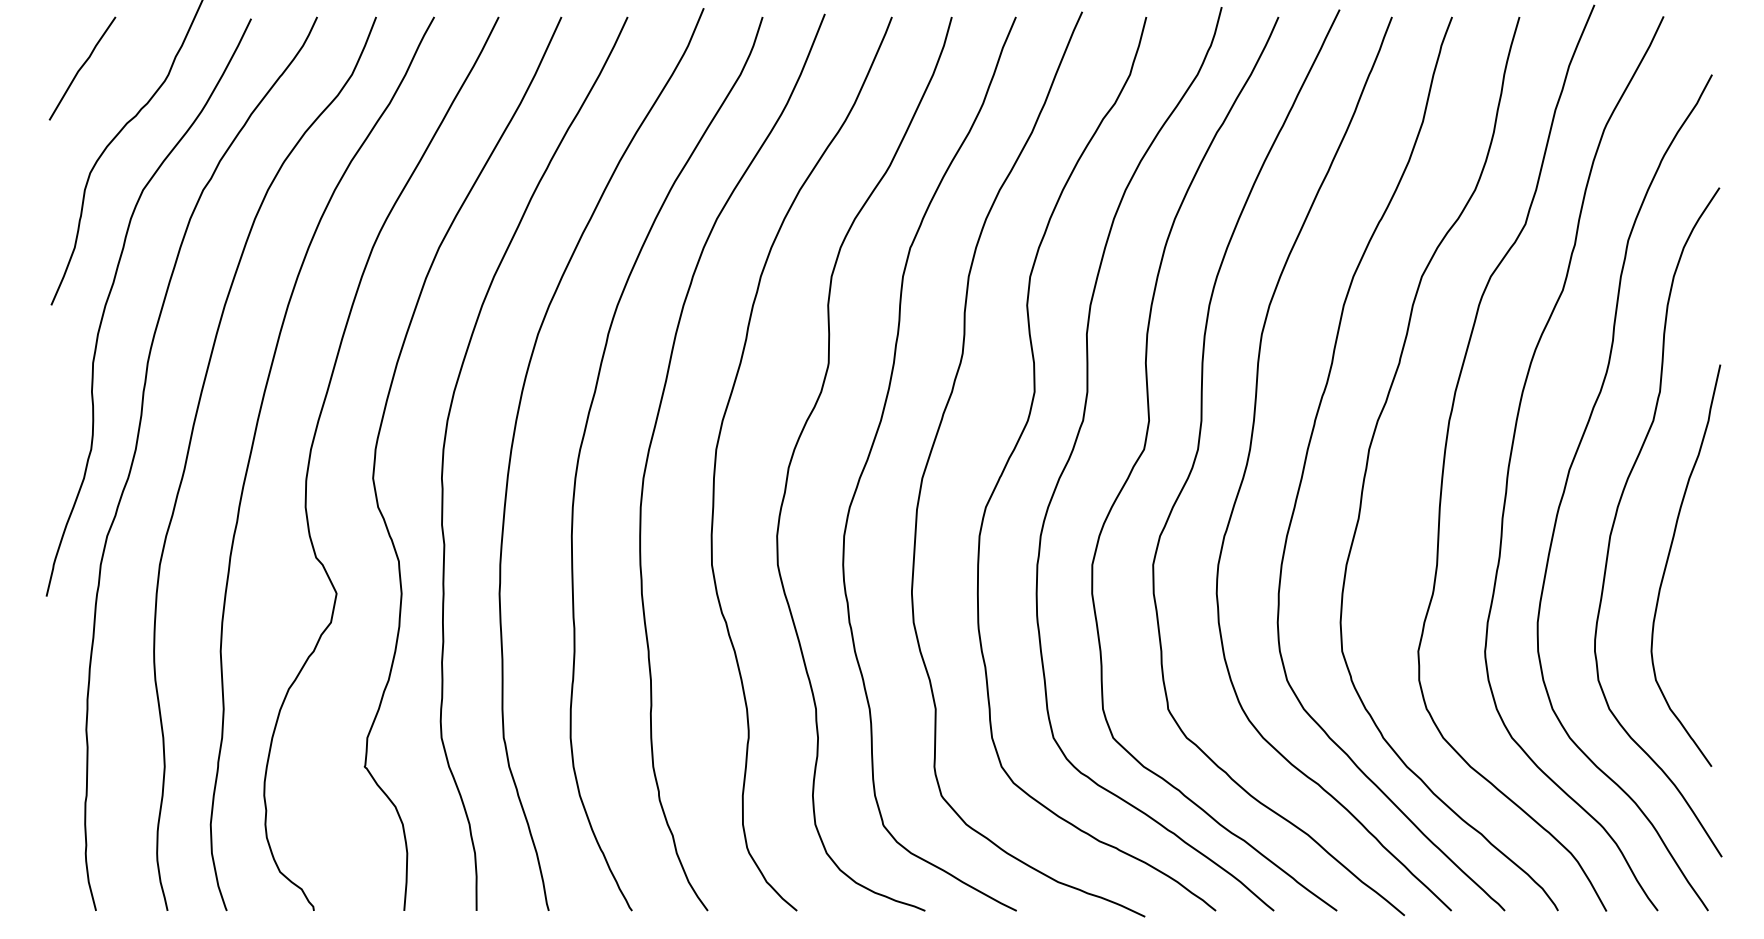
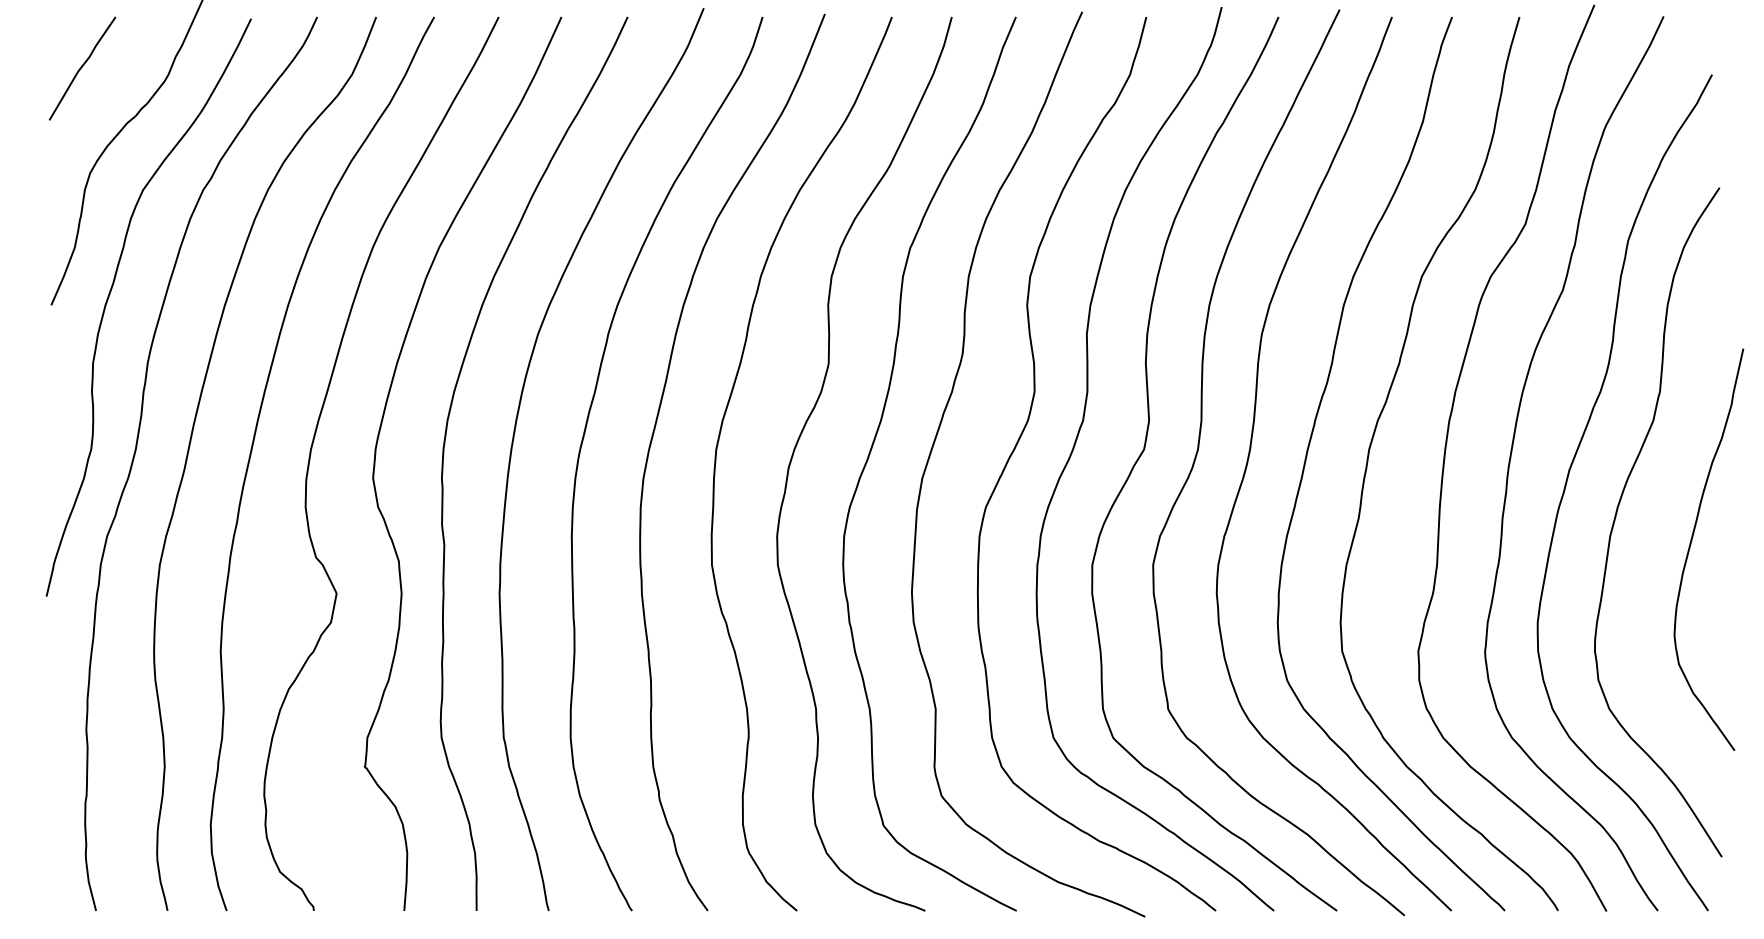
curve at (1668, 560) position: (1668, 560) -> (1691, 544)
